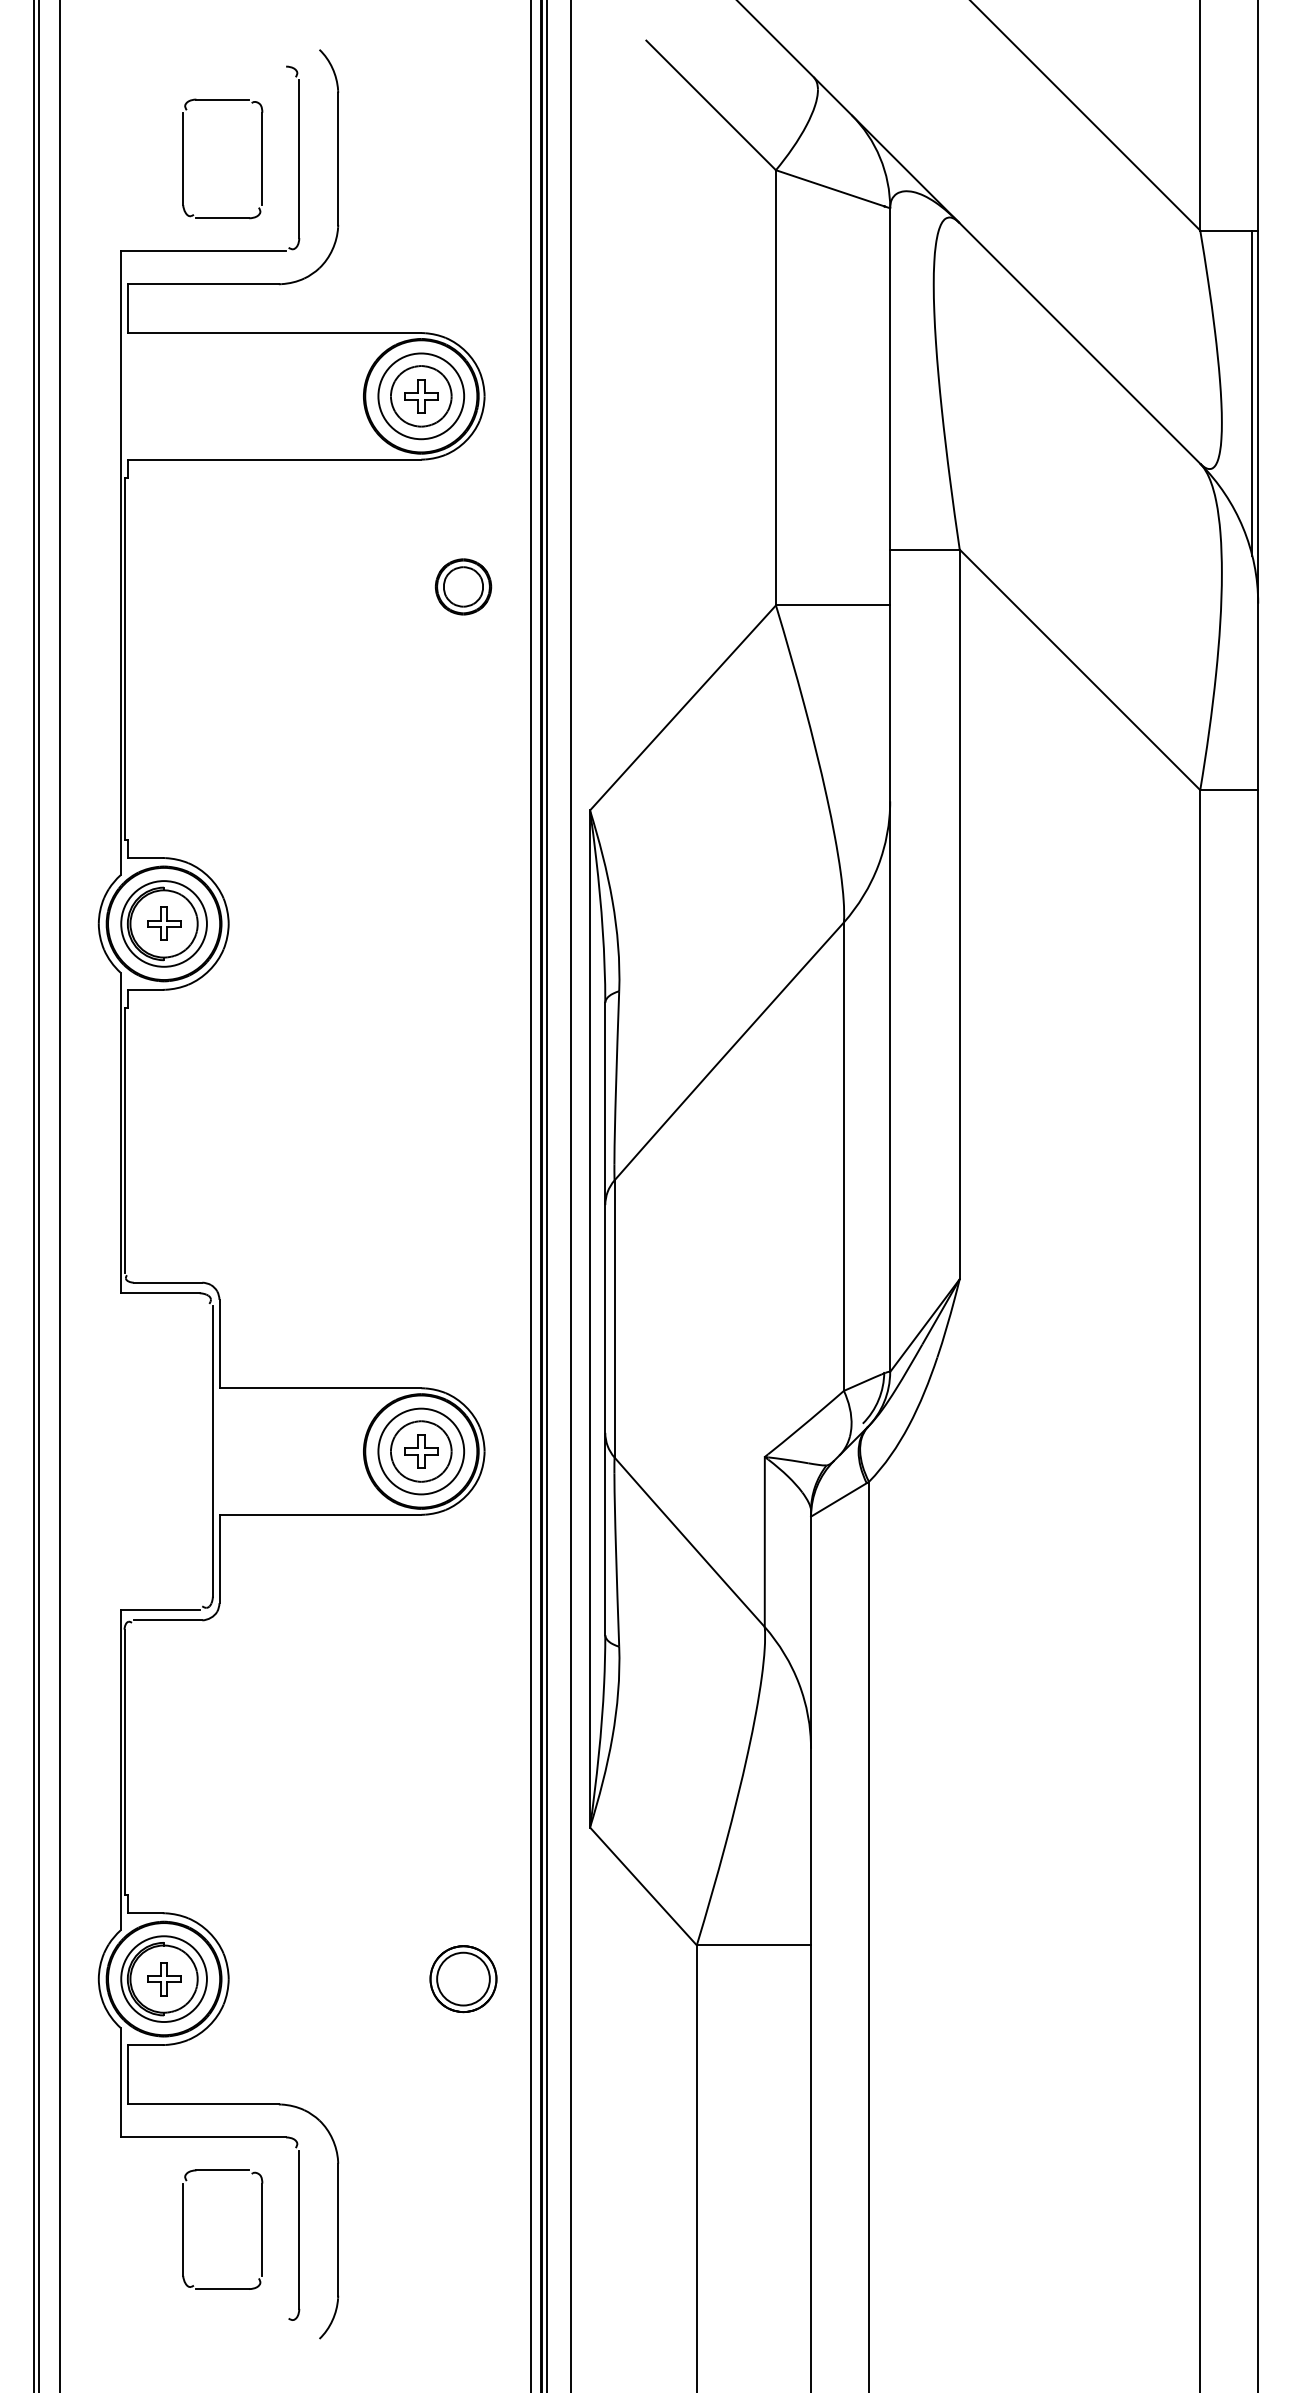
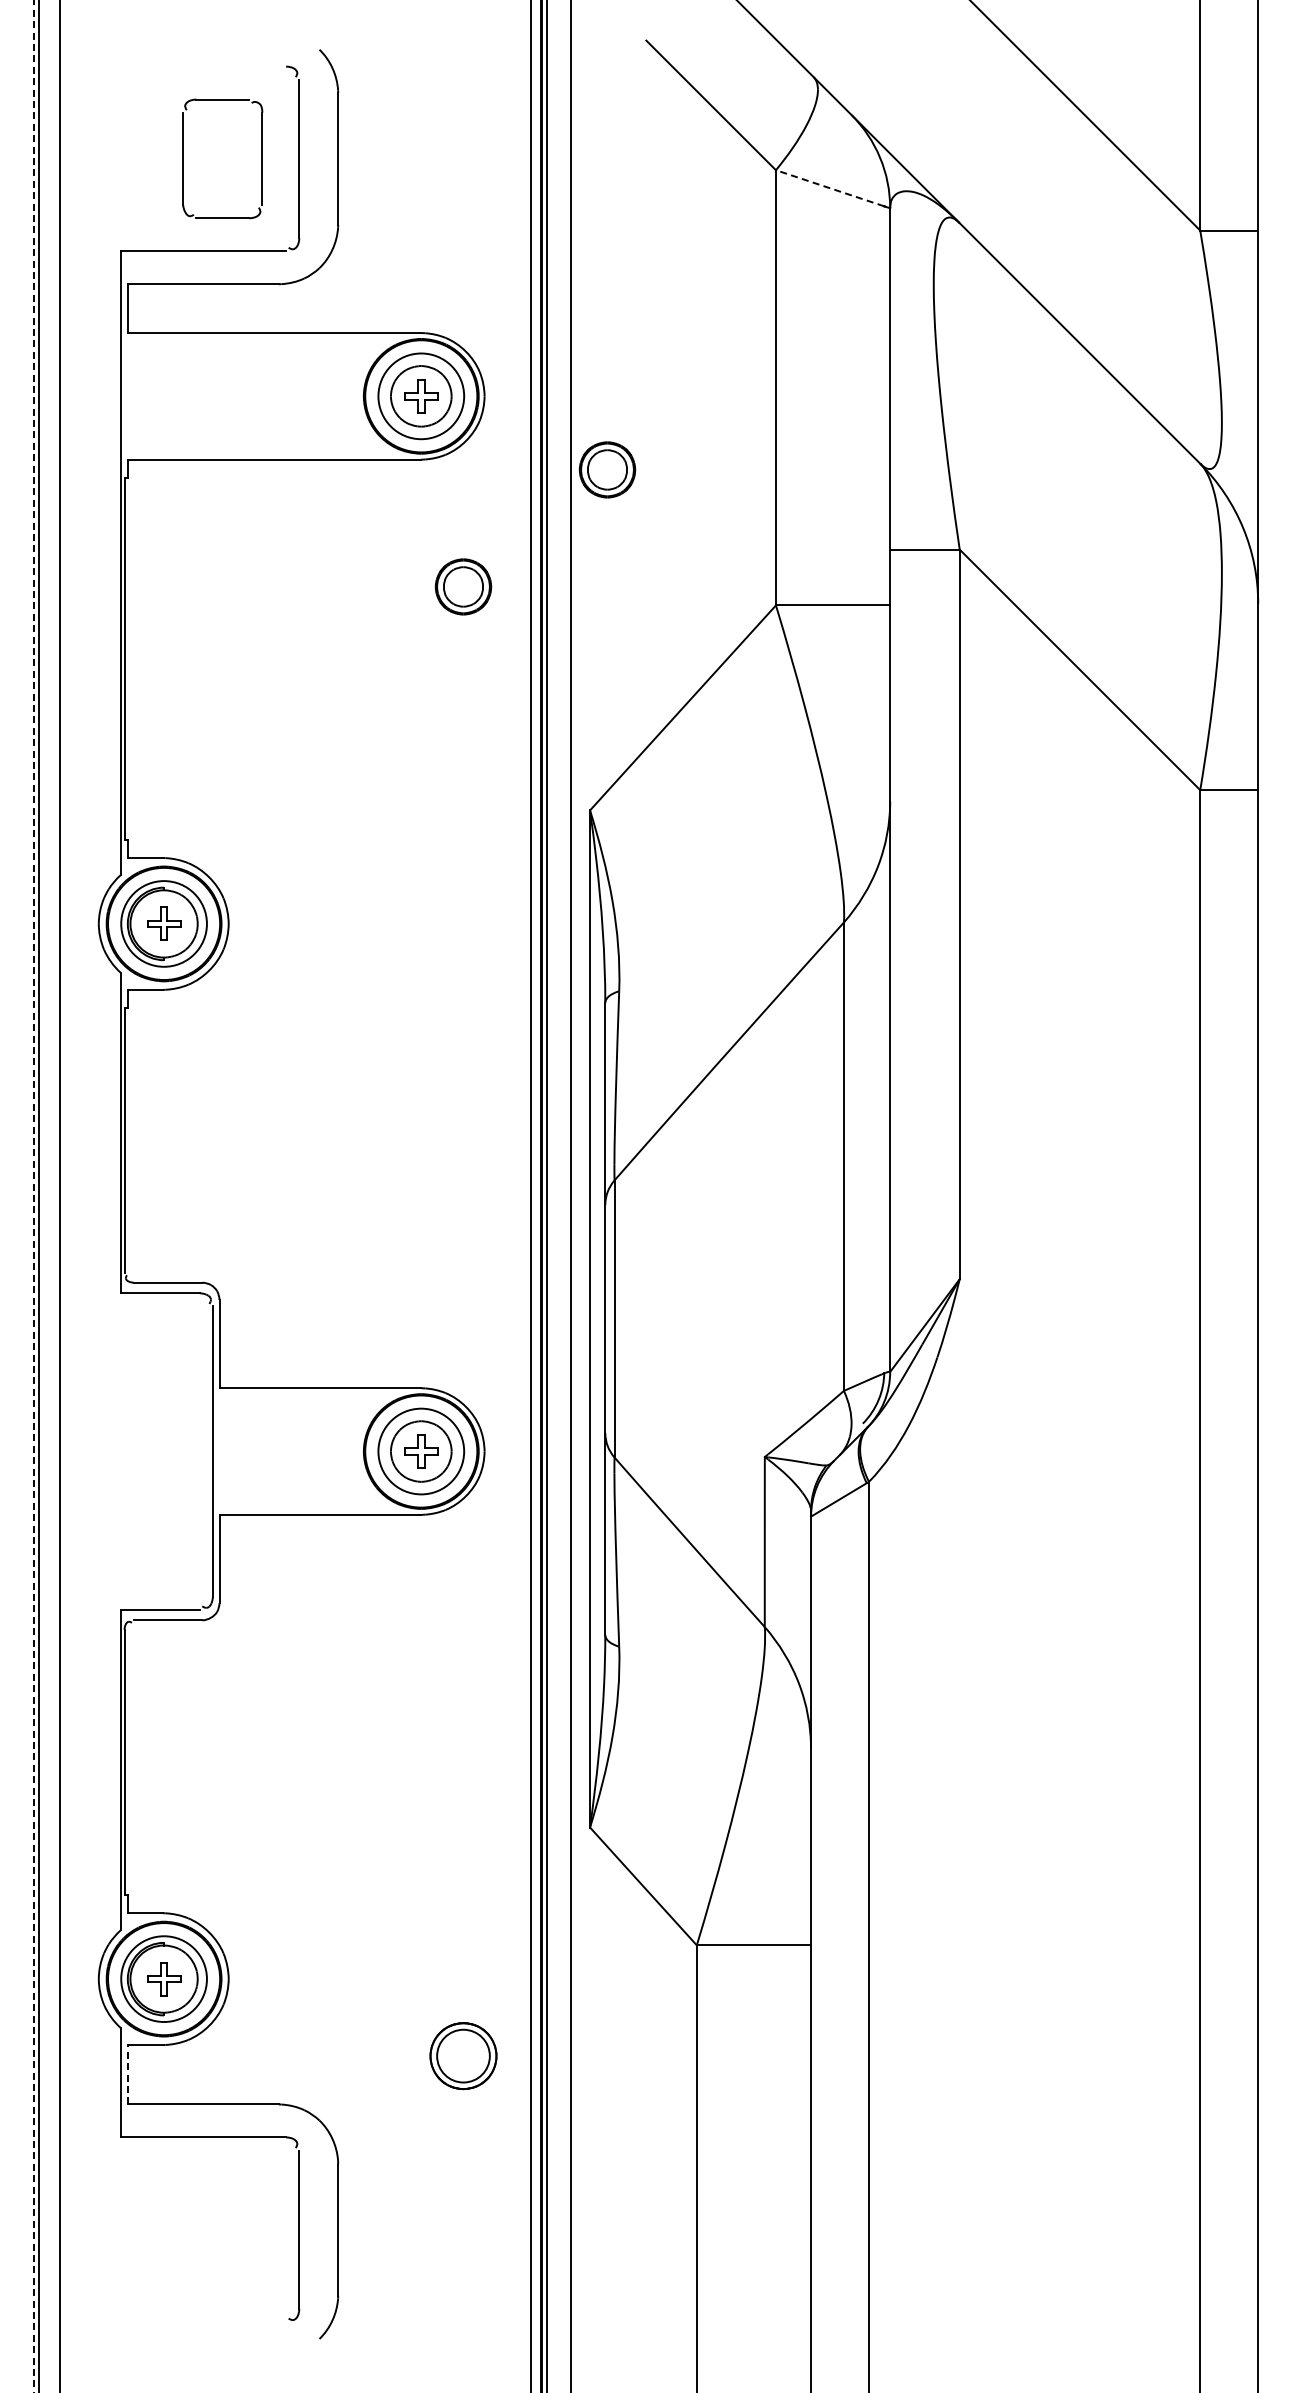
line at (829, 188): solid -> dashed
line at (1252, 393): present -> none
part at (607, 469): none -> present
line at (34, 1196): solid -> dashed
part at (463, 1979) position: (463, 1979) -> (463, 2056)
line at (128, 2074): solid -> dashed
part at (183, 2229): present -> none
